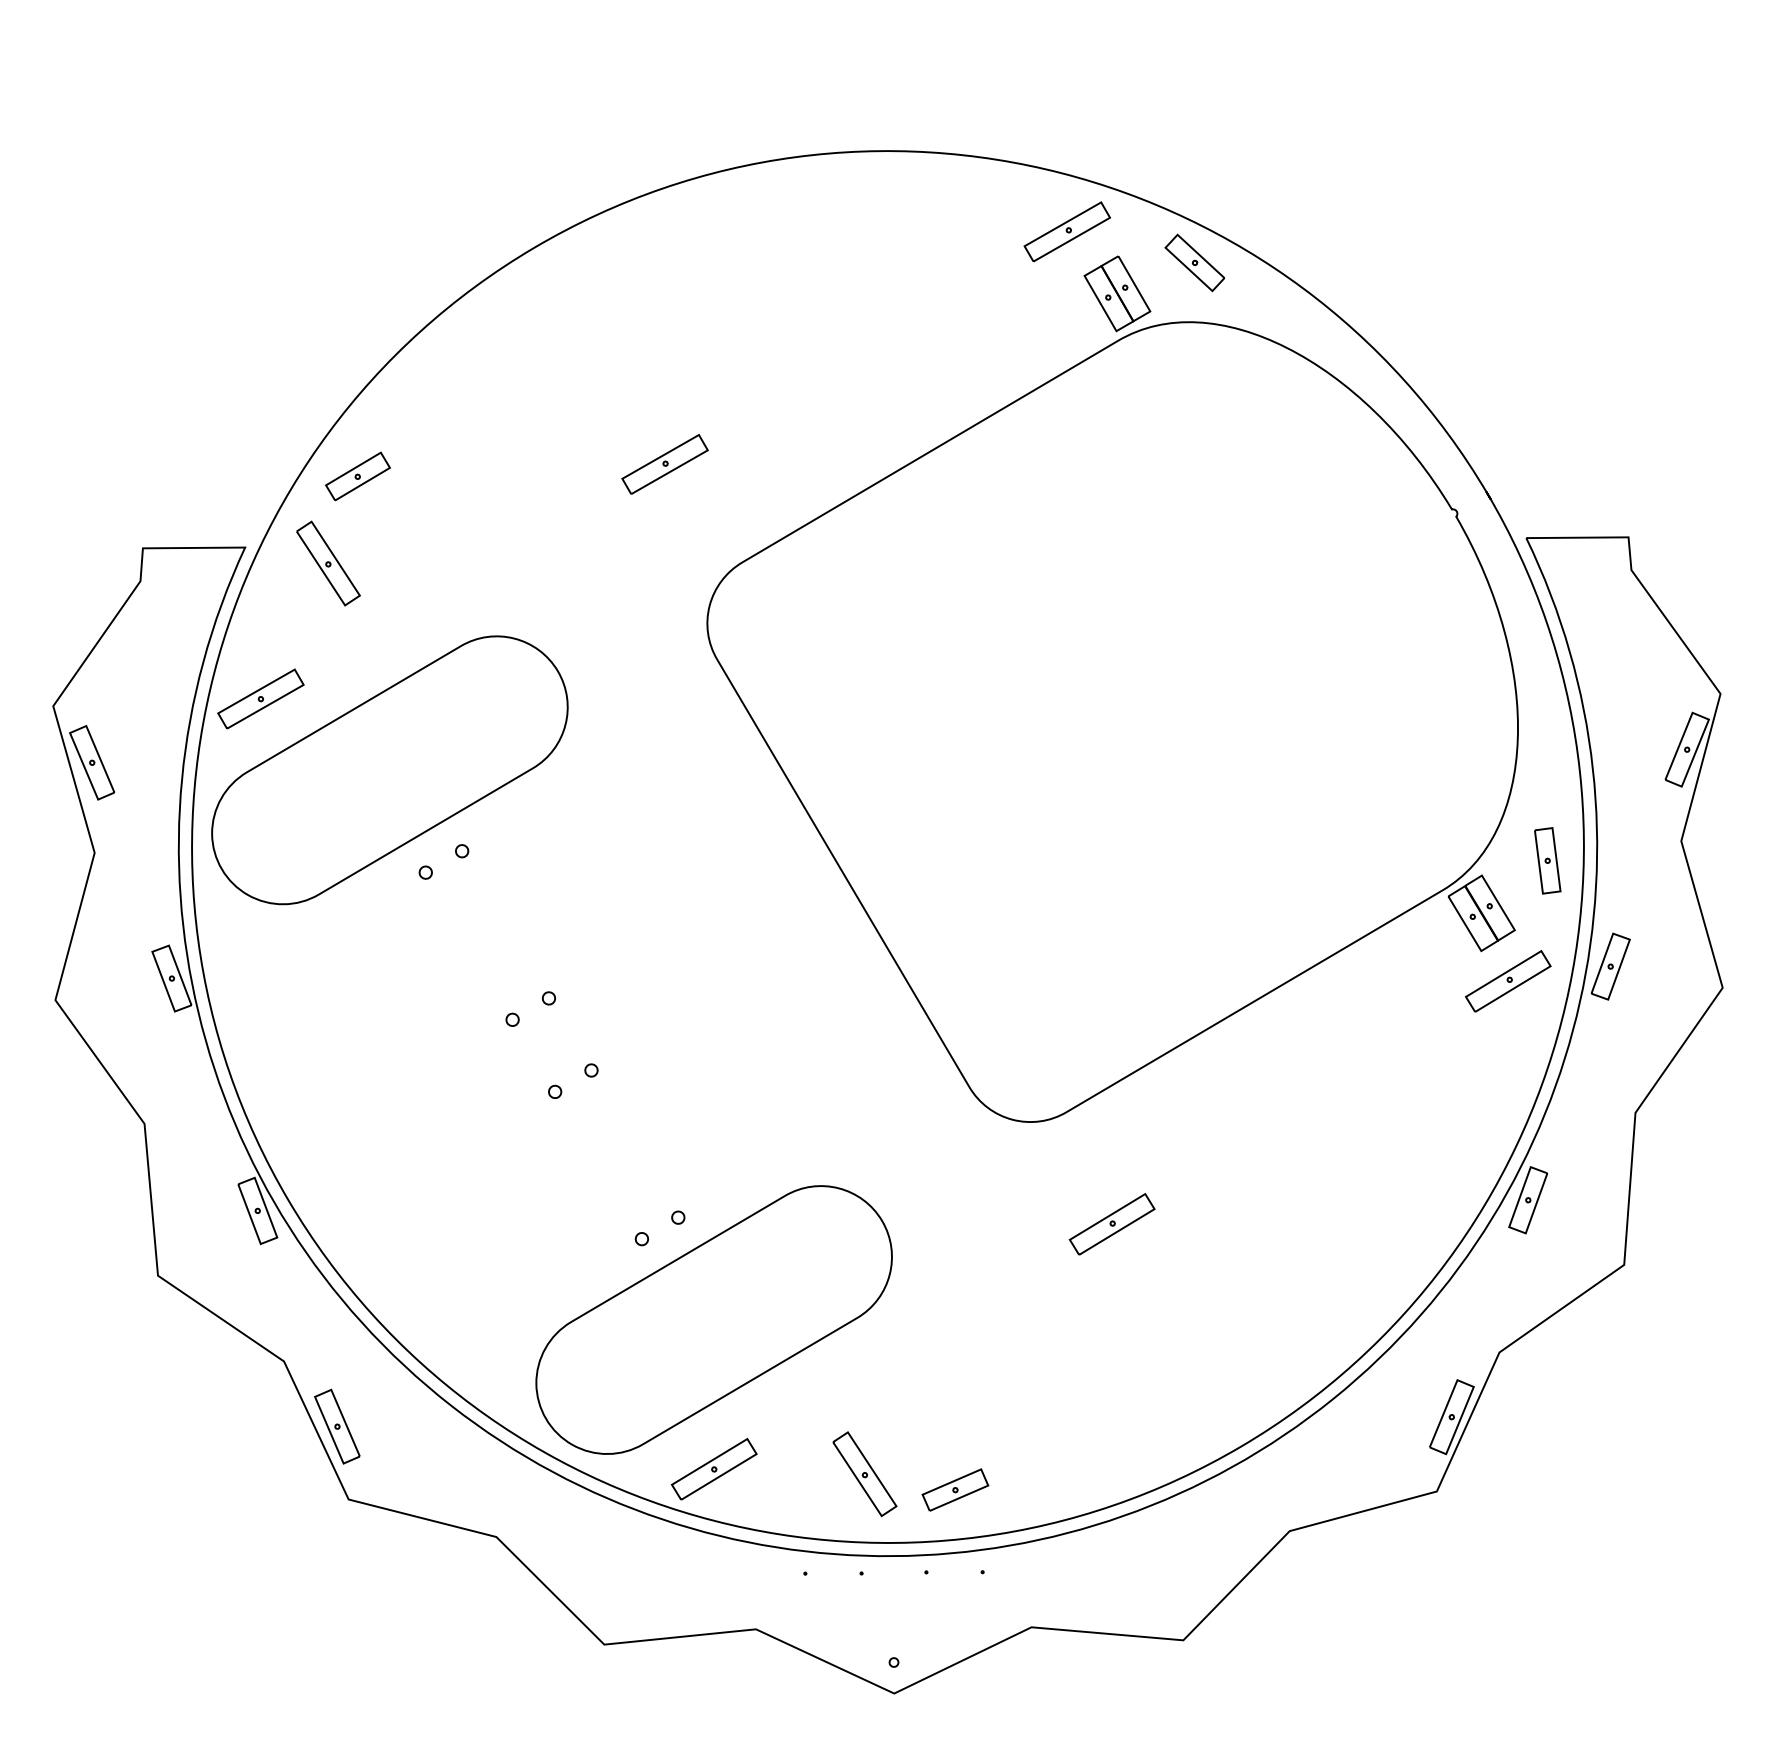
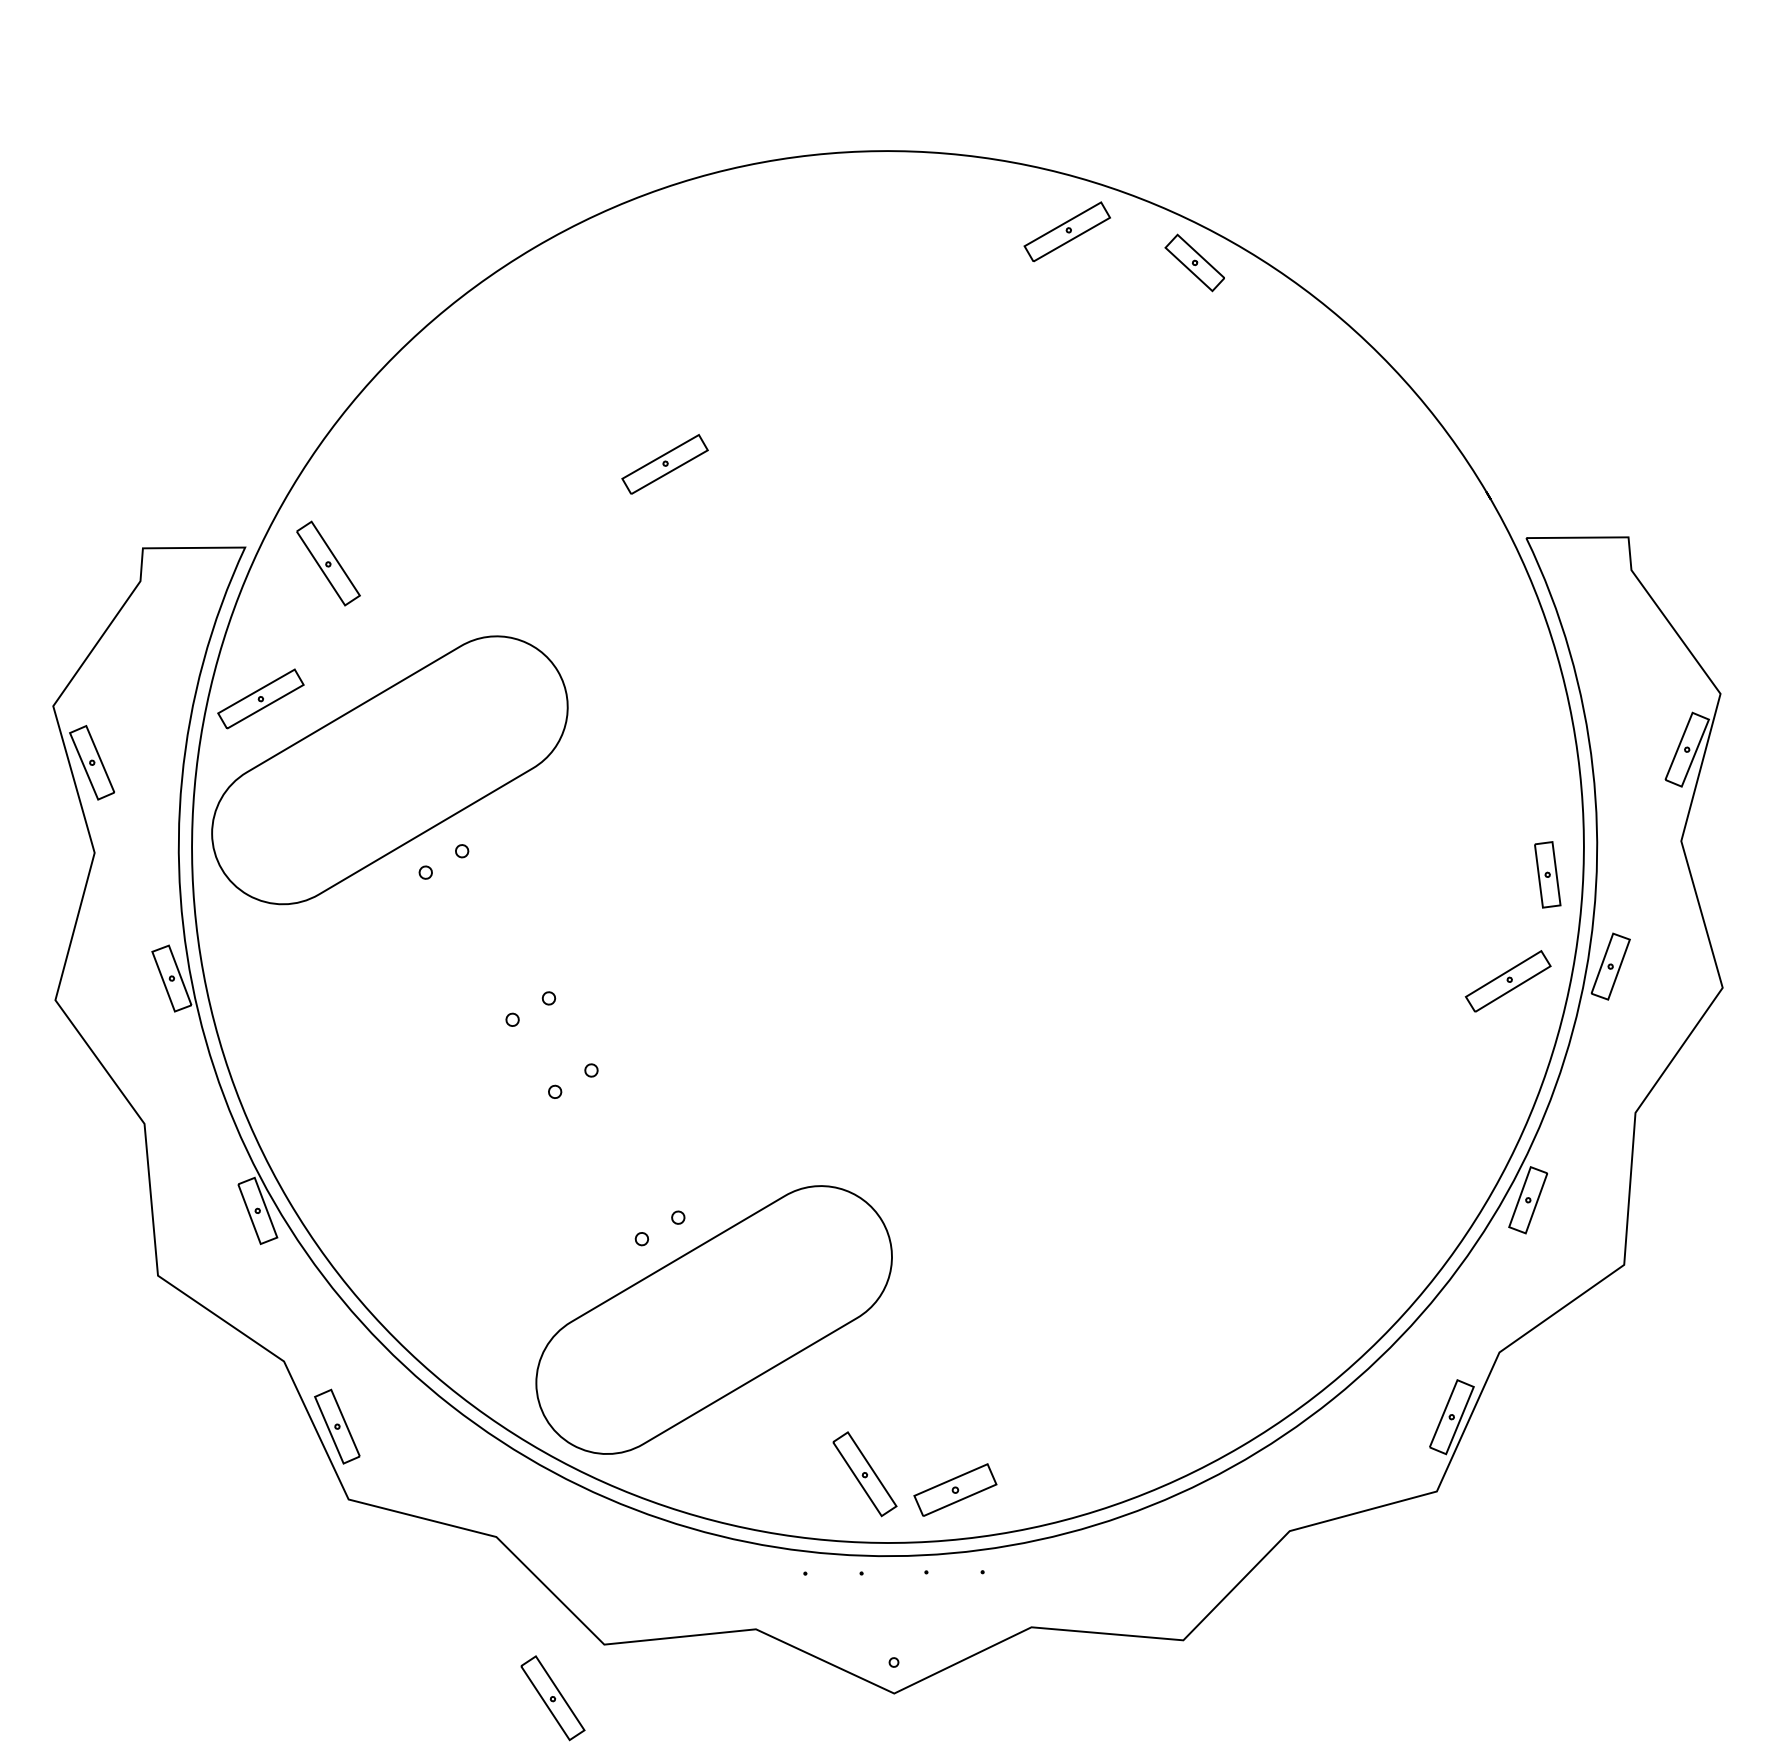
part at (357, 476): present -> none
part at (1112, 688): present -> none
part at (1547, 860) position: (1547, 860) -> (1547, 874)
part at (1111, 1224): present -> none
part at (713, 1469): present -> none
part at (955, 1489) size: 69x44 px -> 85x54 px
part at (552, 1698): none -> present
